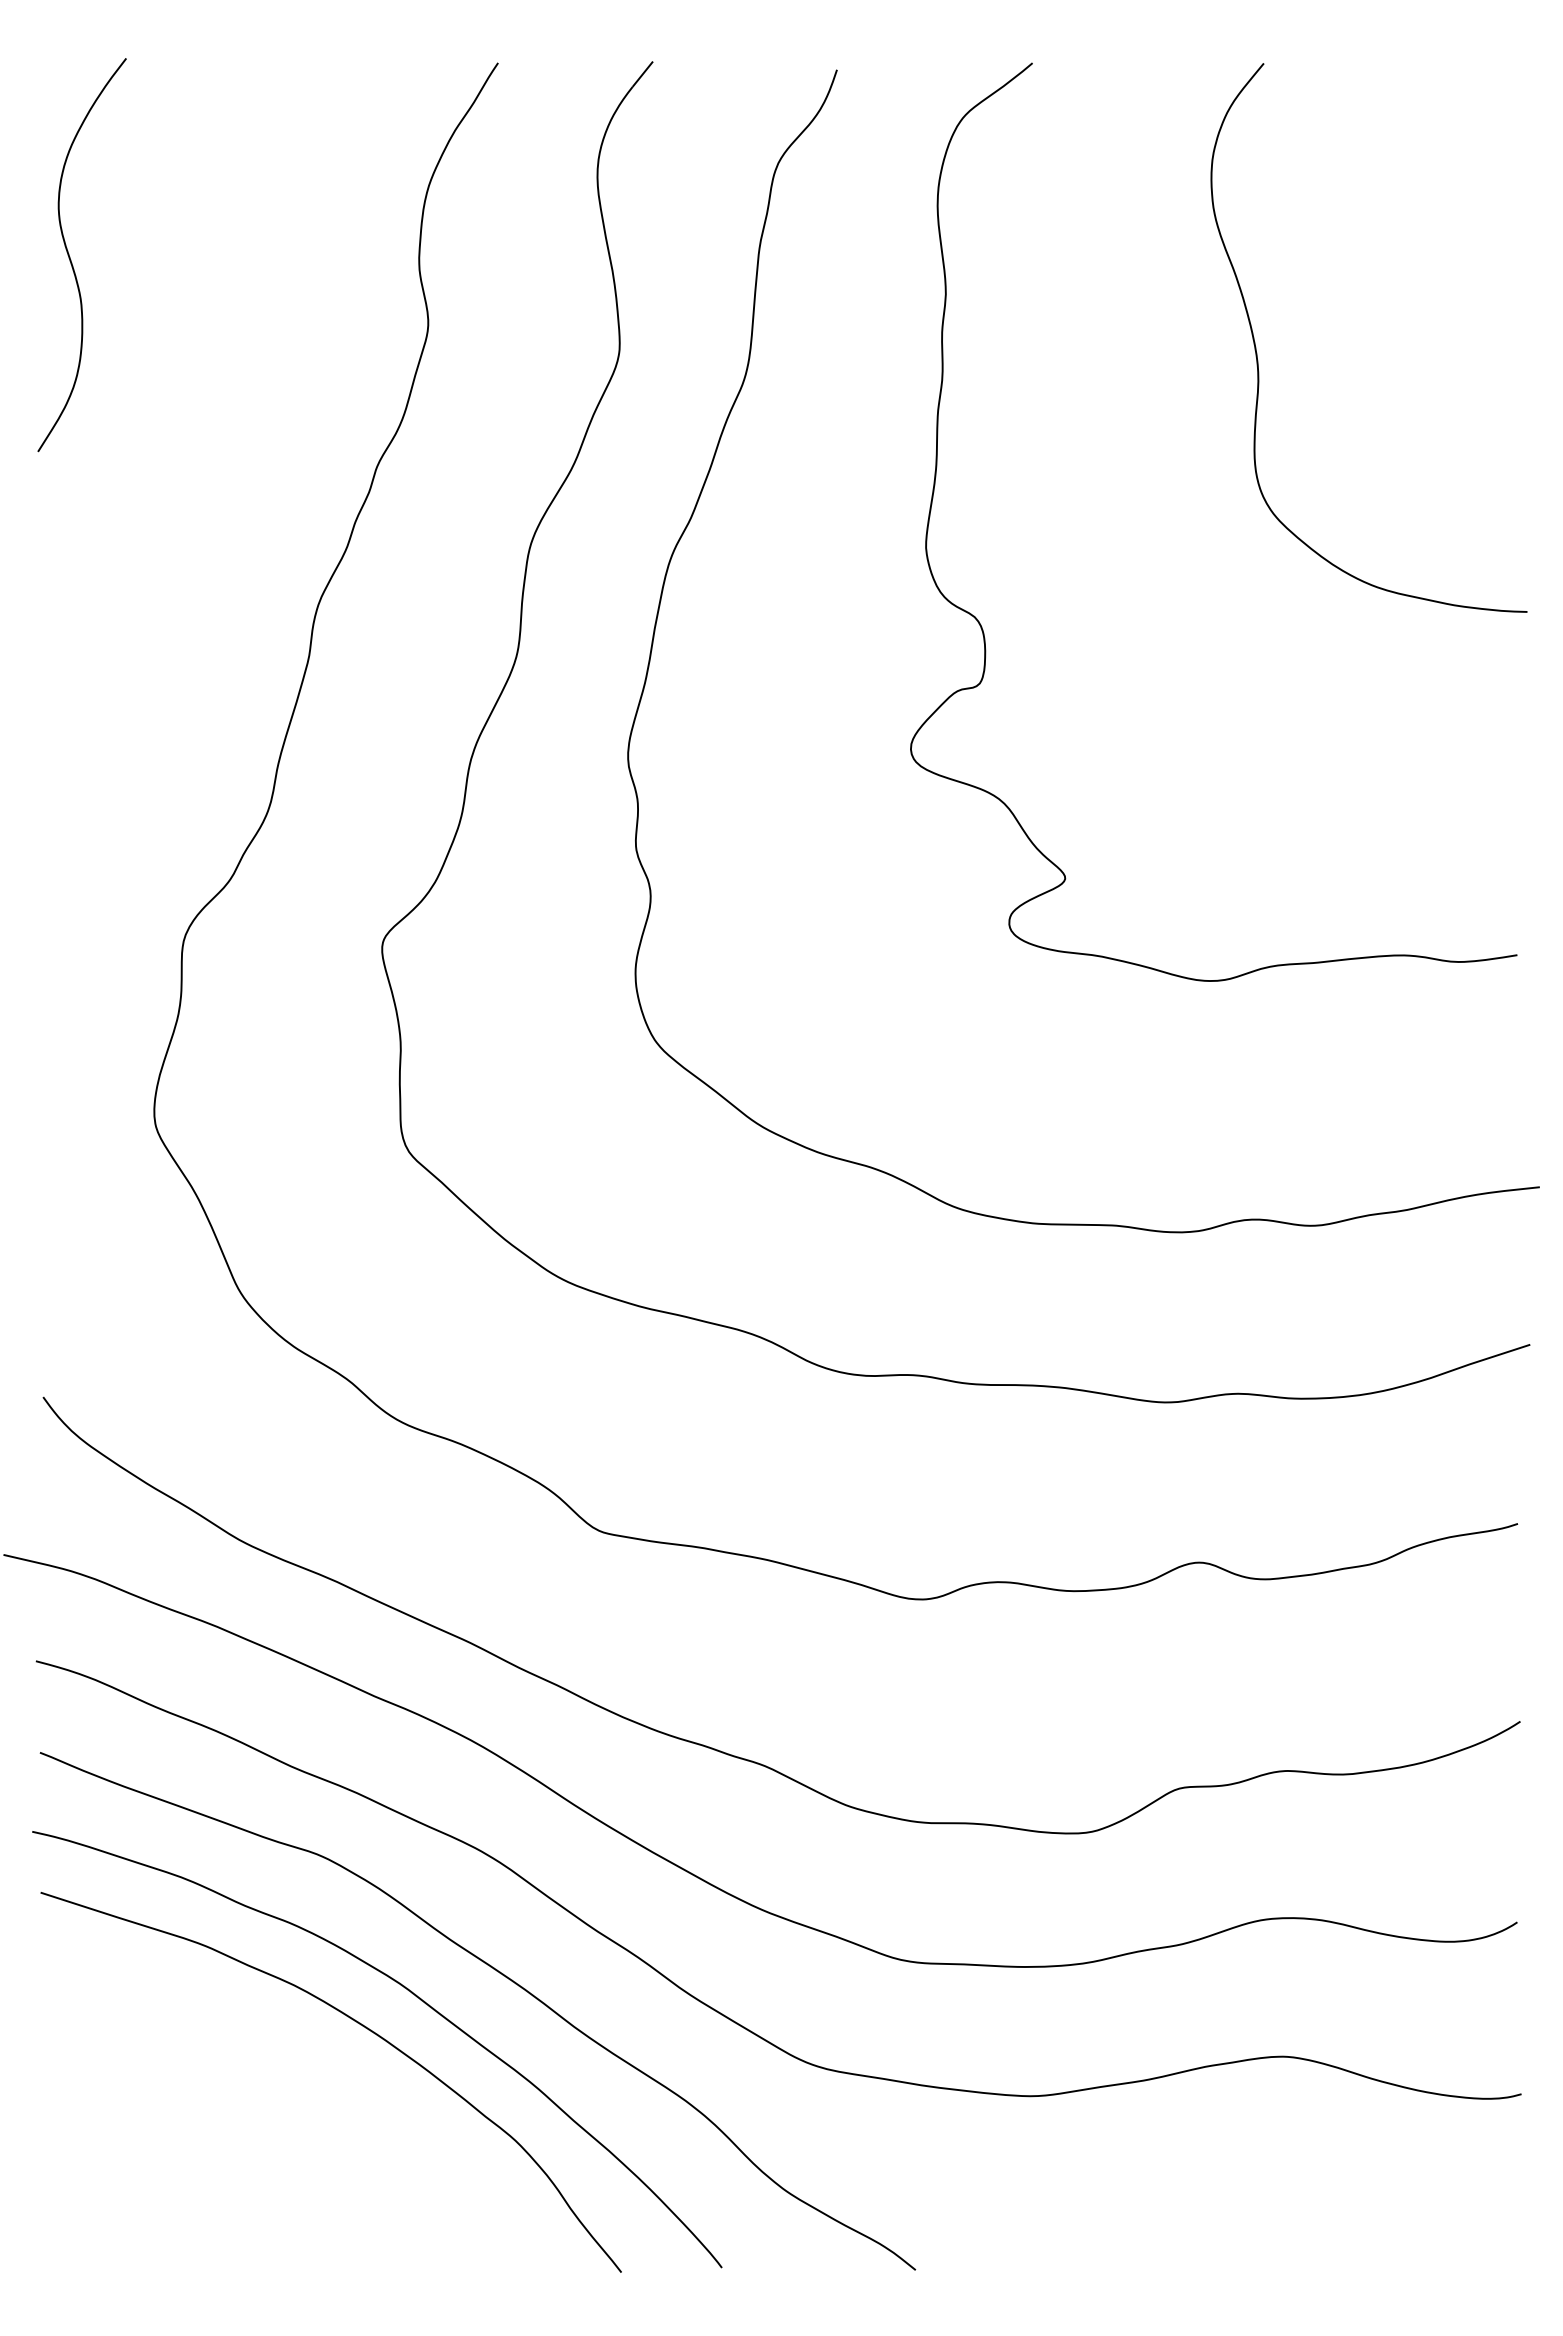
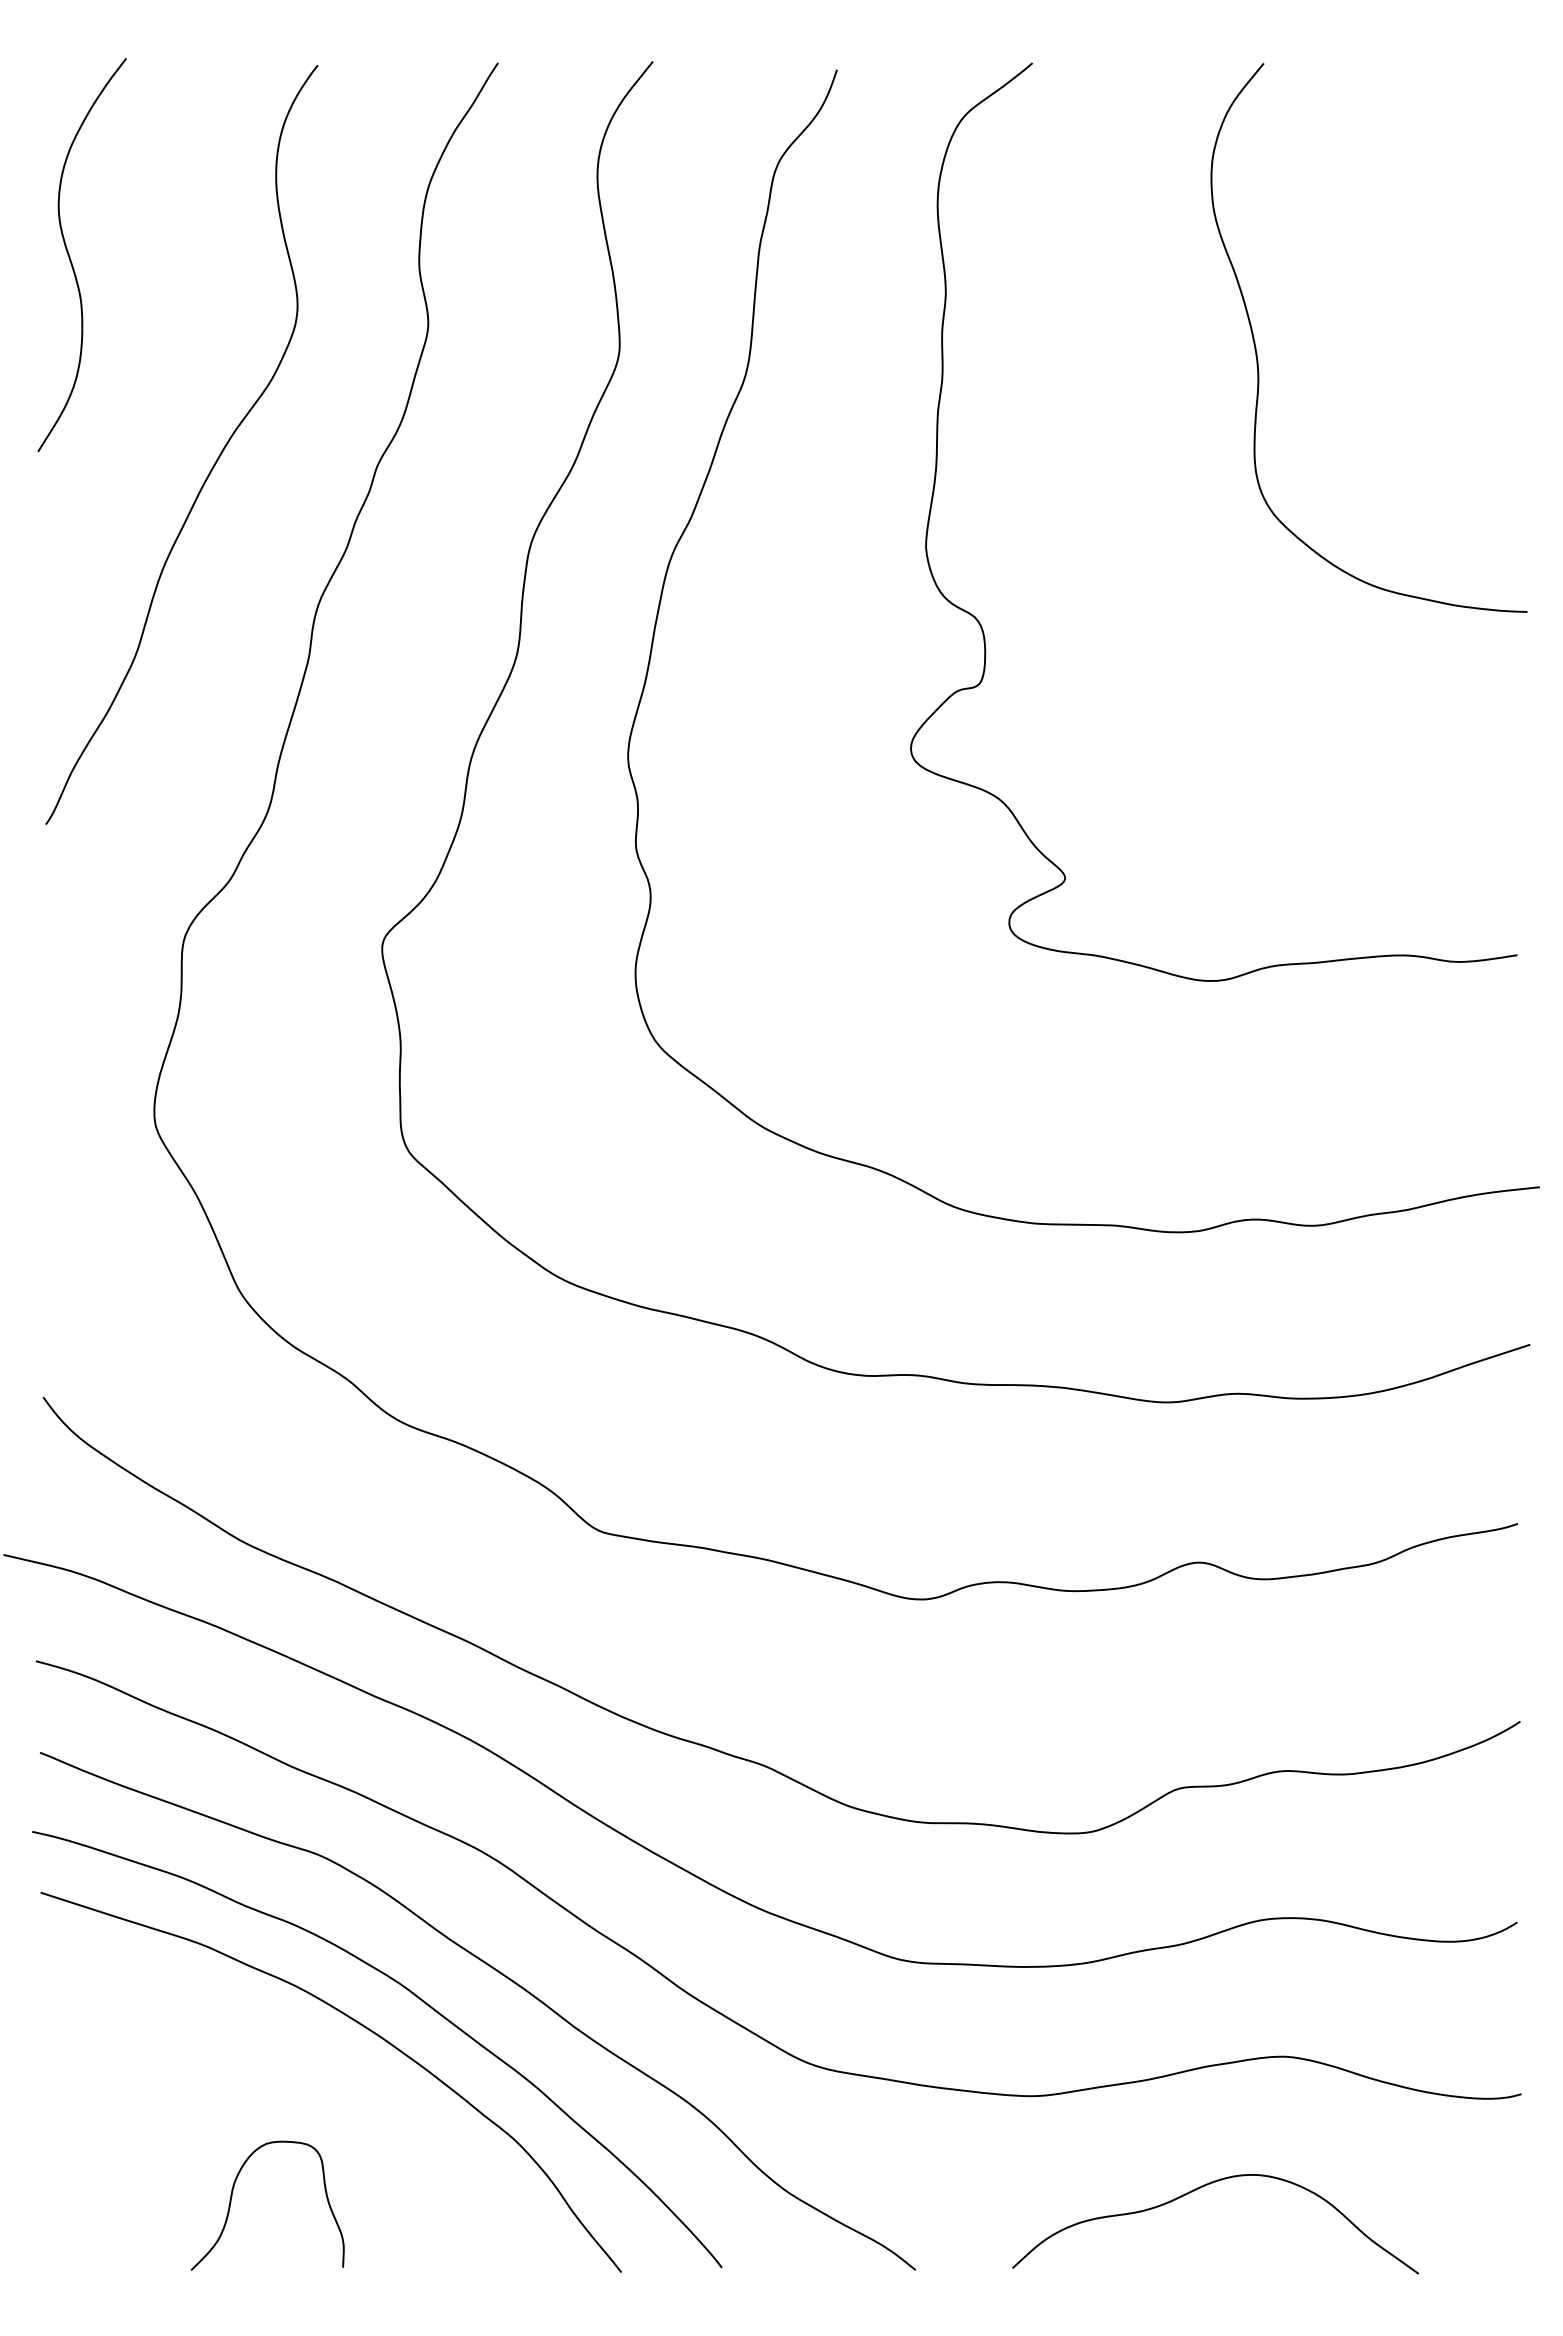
curve at (213, 464): none -> present
curve at (1198, 2189): none -> present
curve at (232, 2197): none -> present
